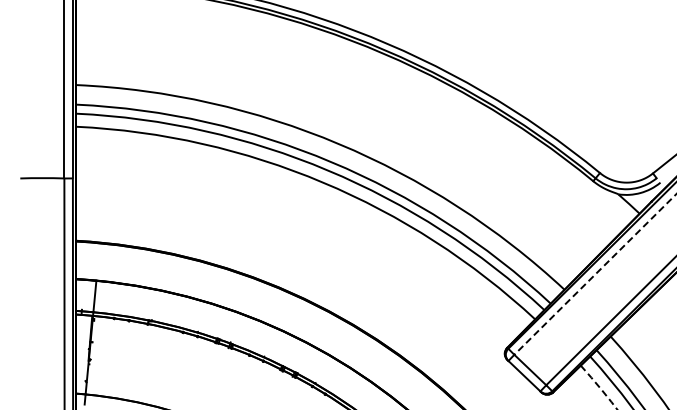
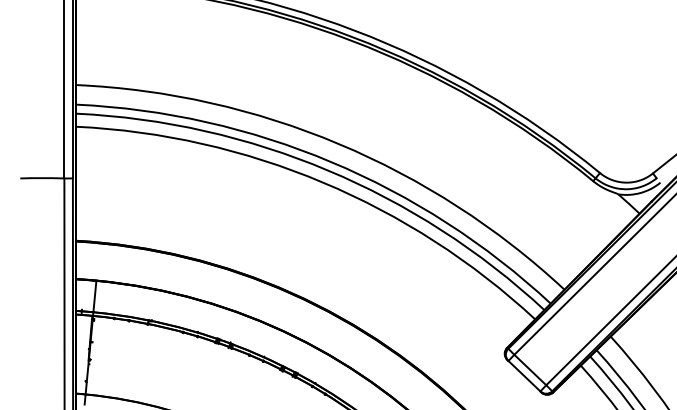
line at (595, 274): dashed -> solid
arc at (600, 388): dashed -> solid
